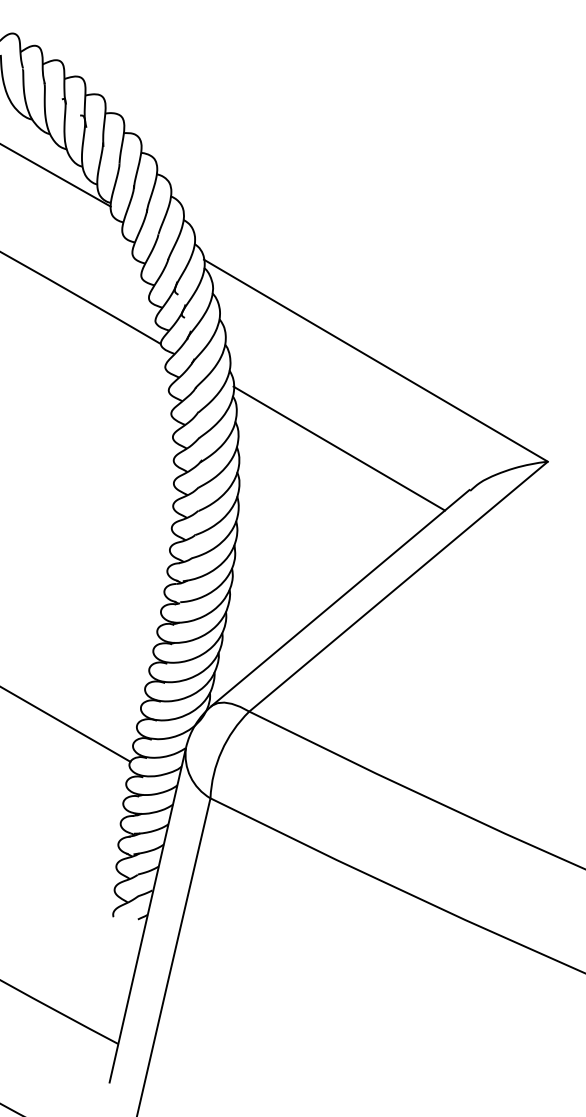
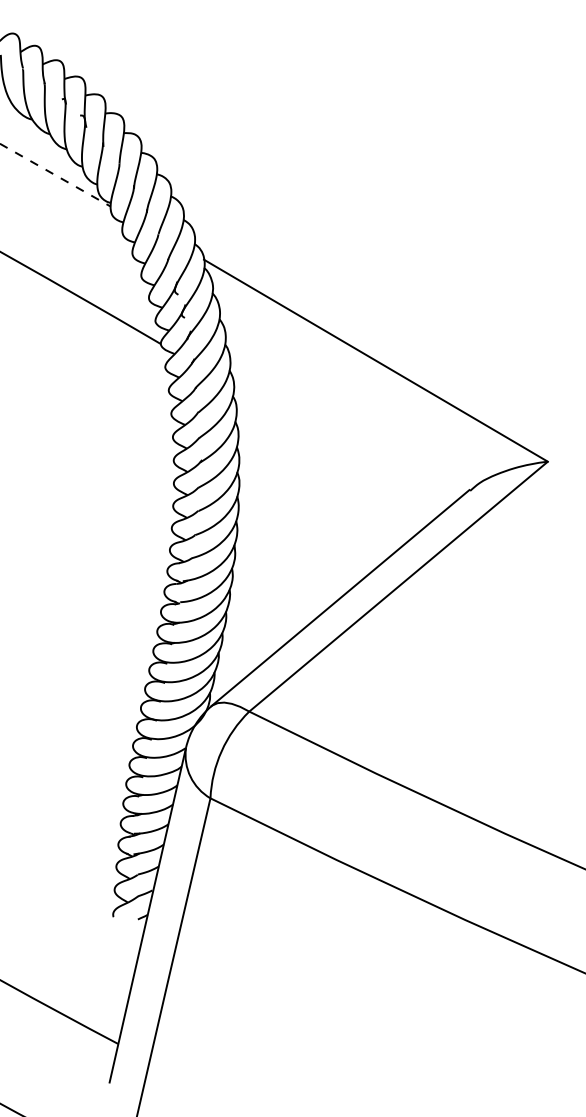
line at (56, 175): solid -> dashed
line at (338, 448): present -> none
line at (66, 724): present -> none
